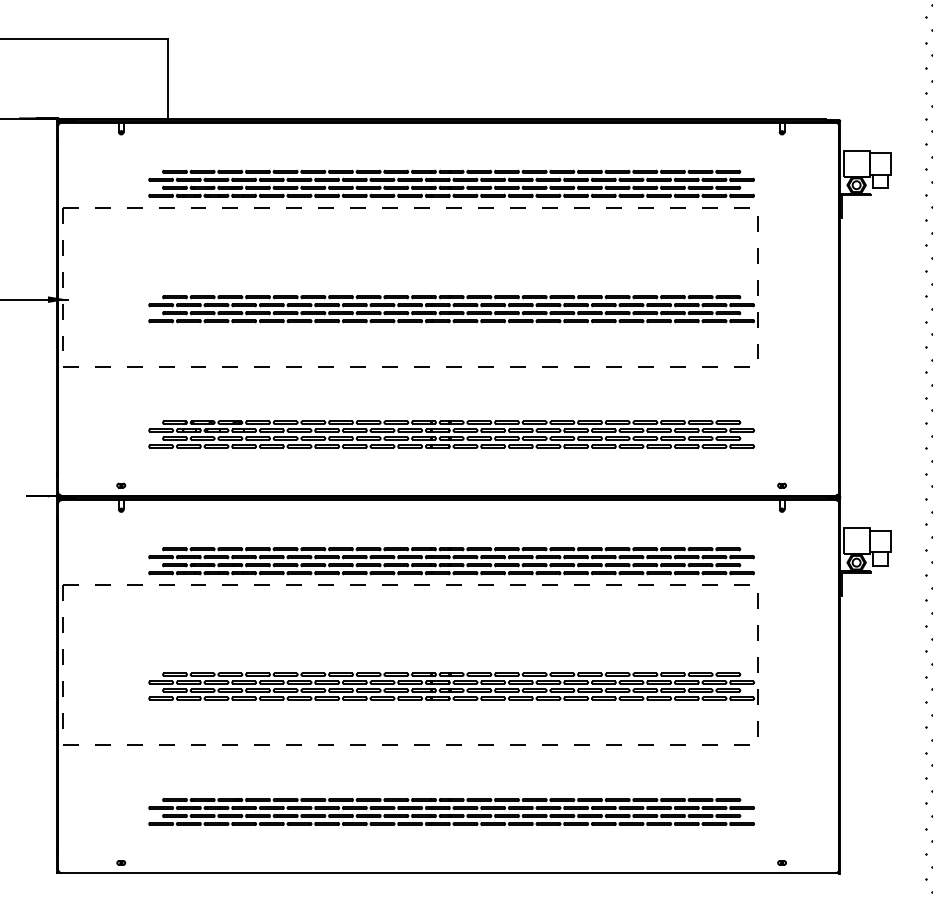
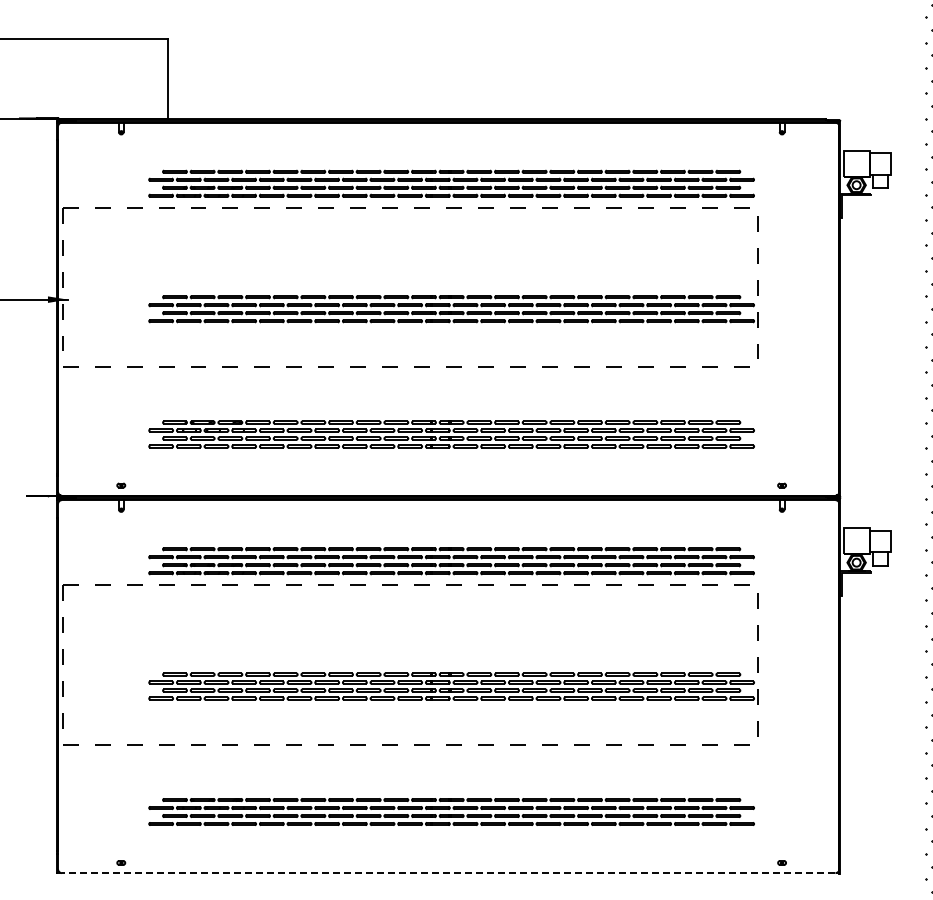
line at (448, 873): solid -> dashed
